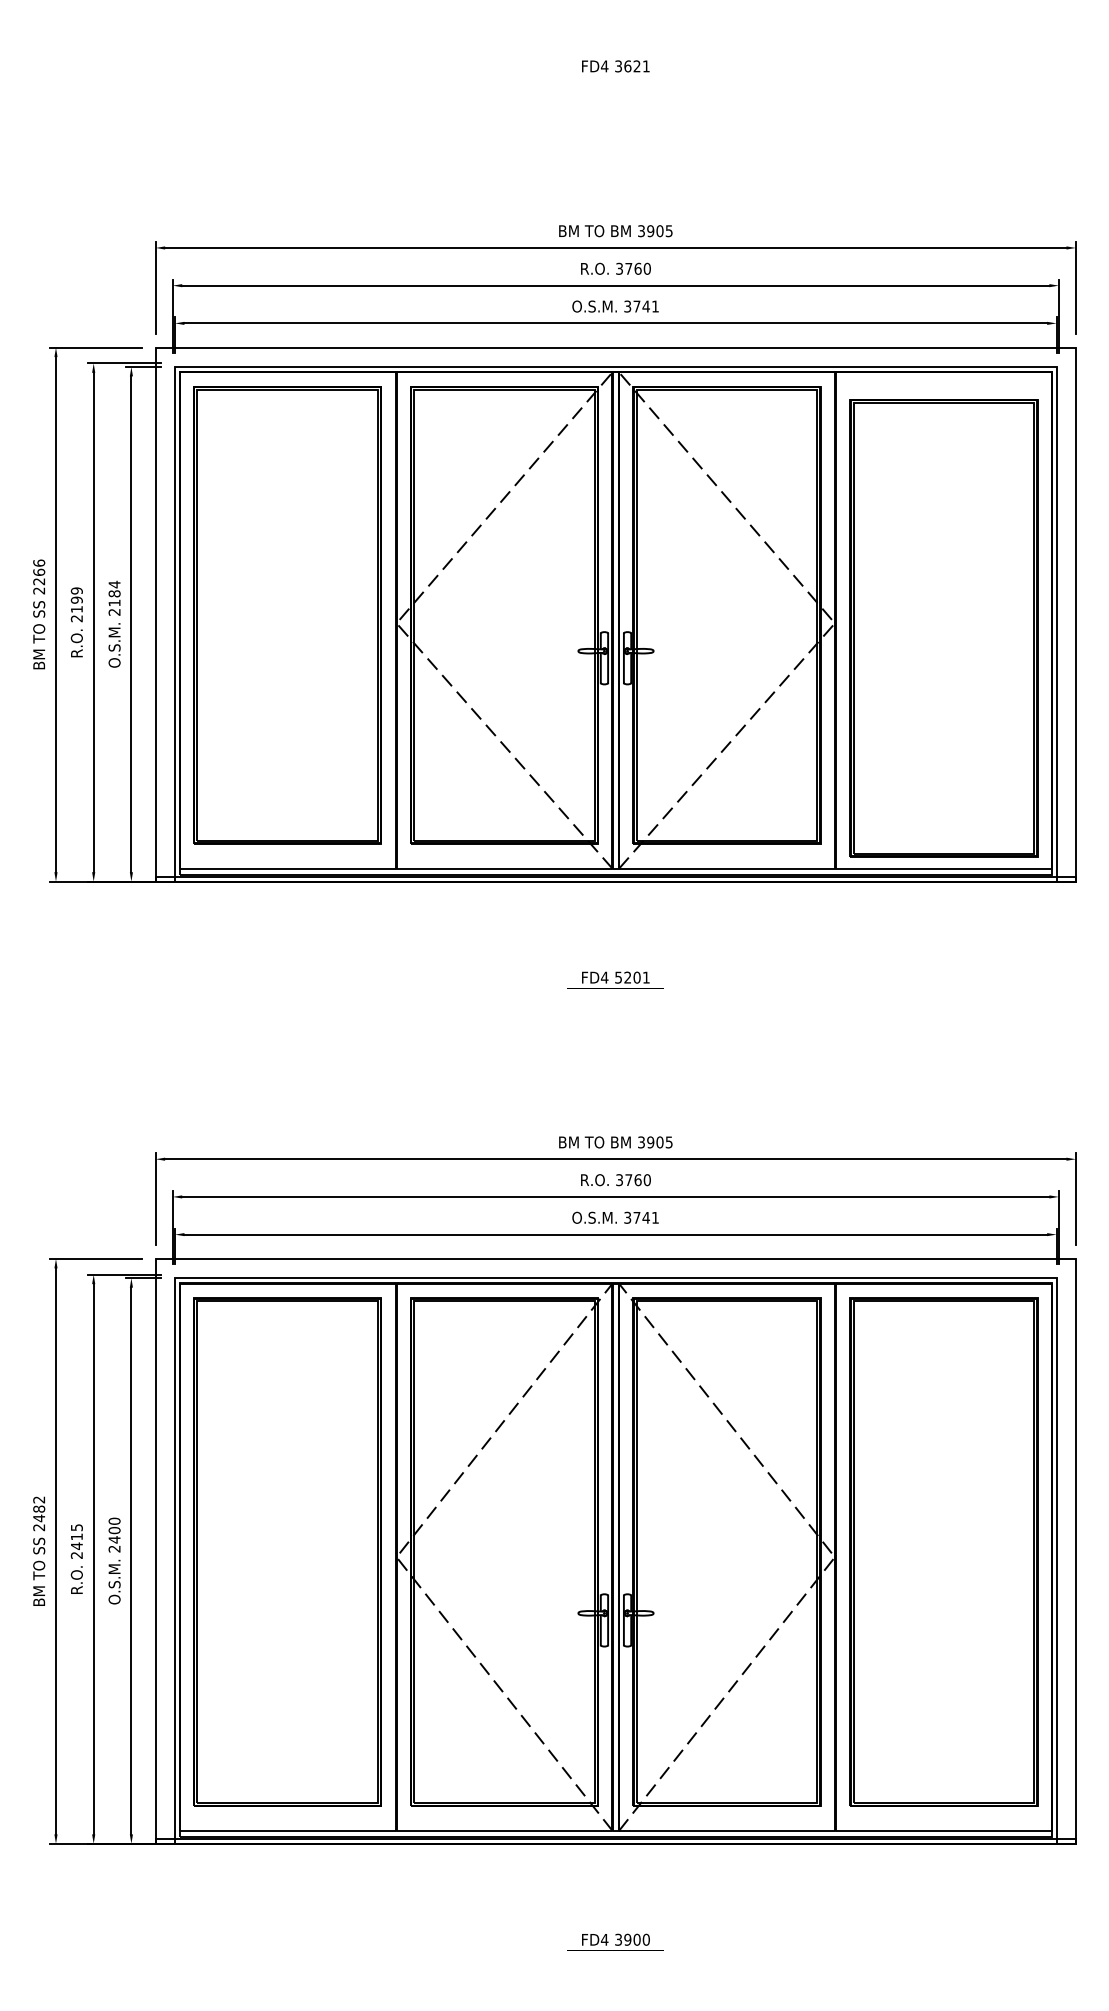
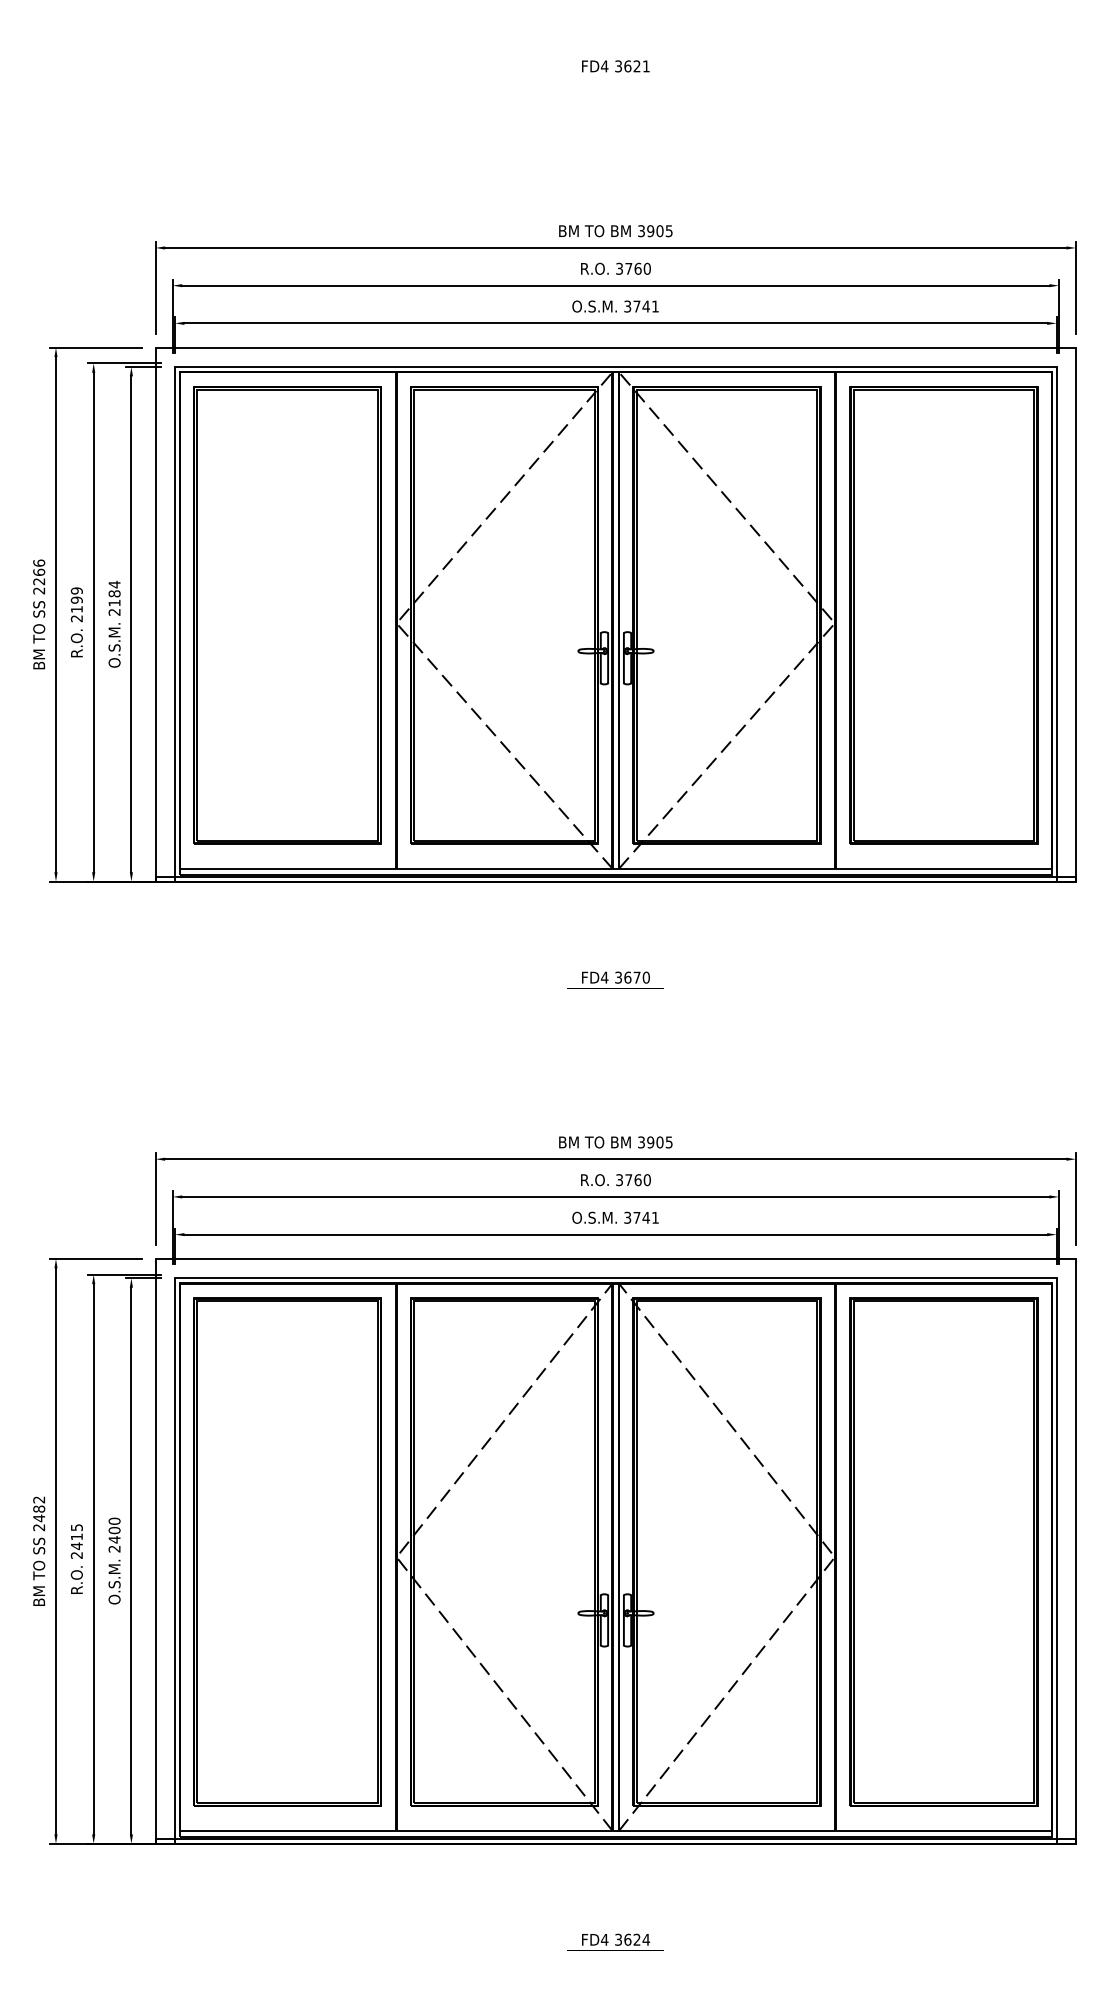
part at (943, 628) position: (943, 628) -> (943, 615)
text at (632, 977): 5201 -> 3670
text at (637, 1939): 3900 -> 3624
